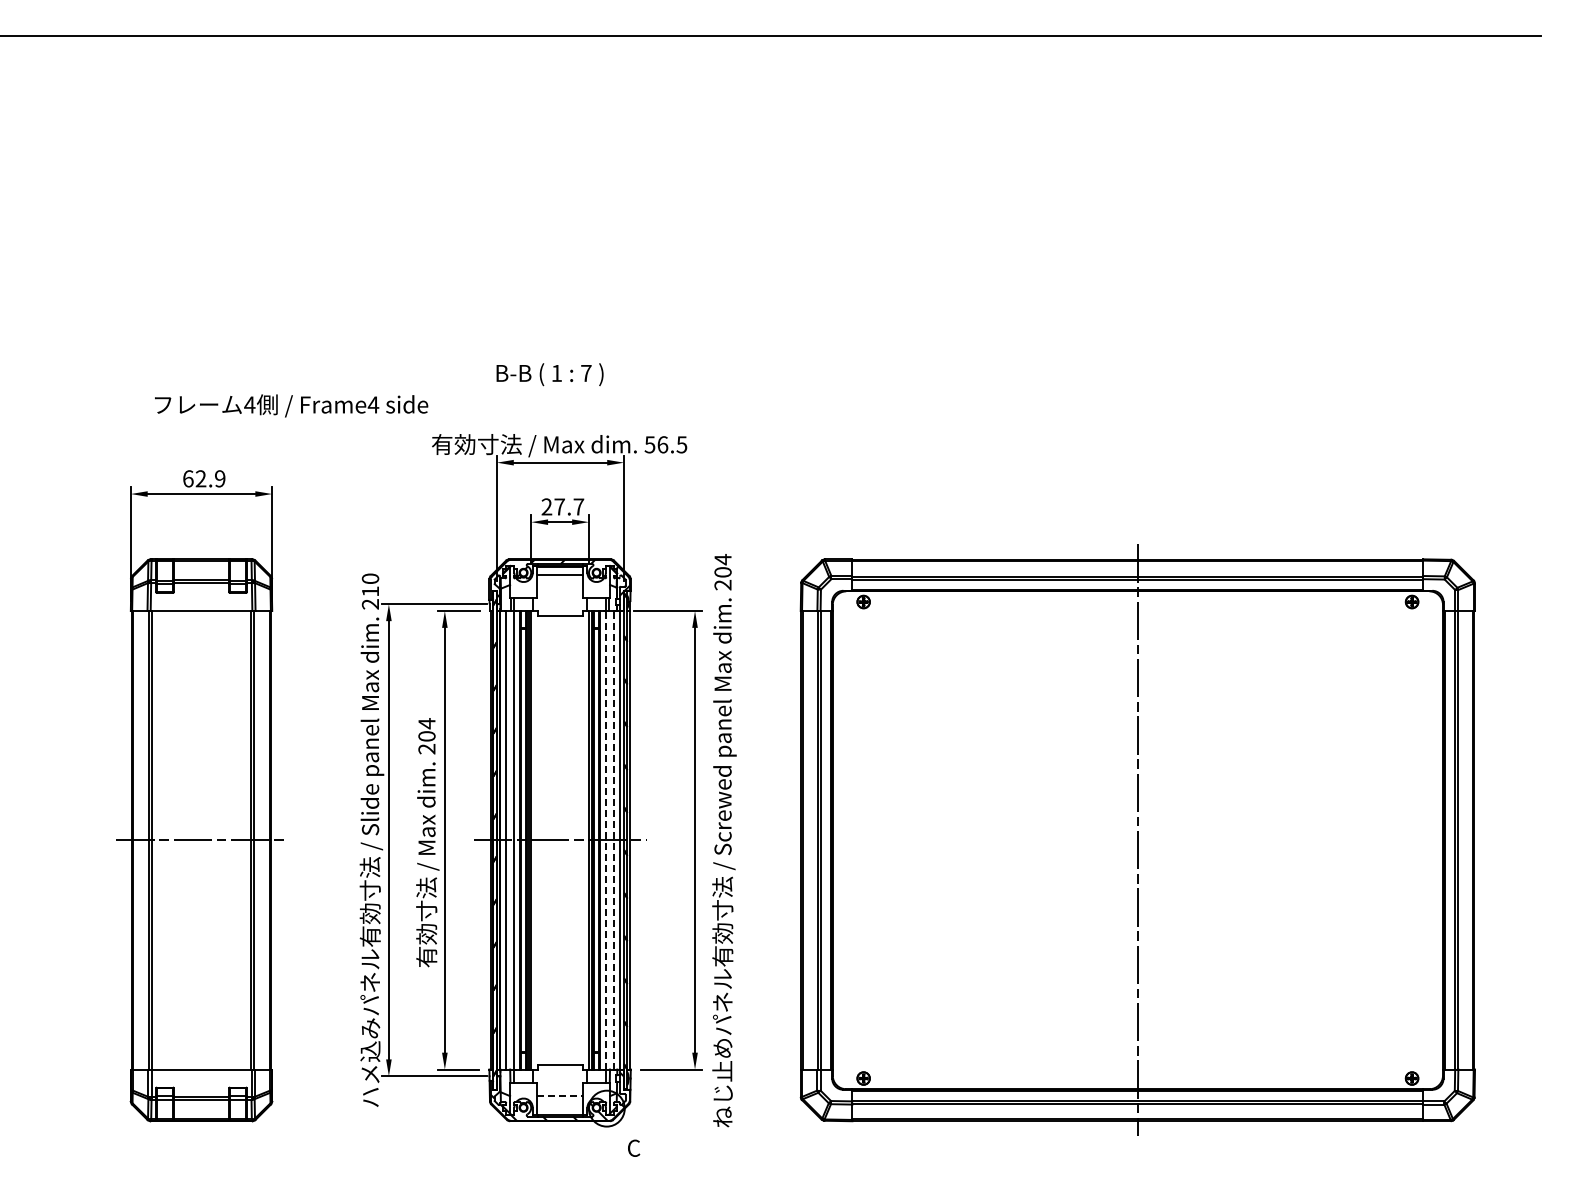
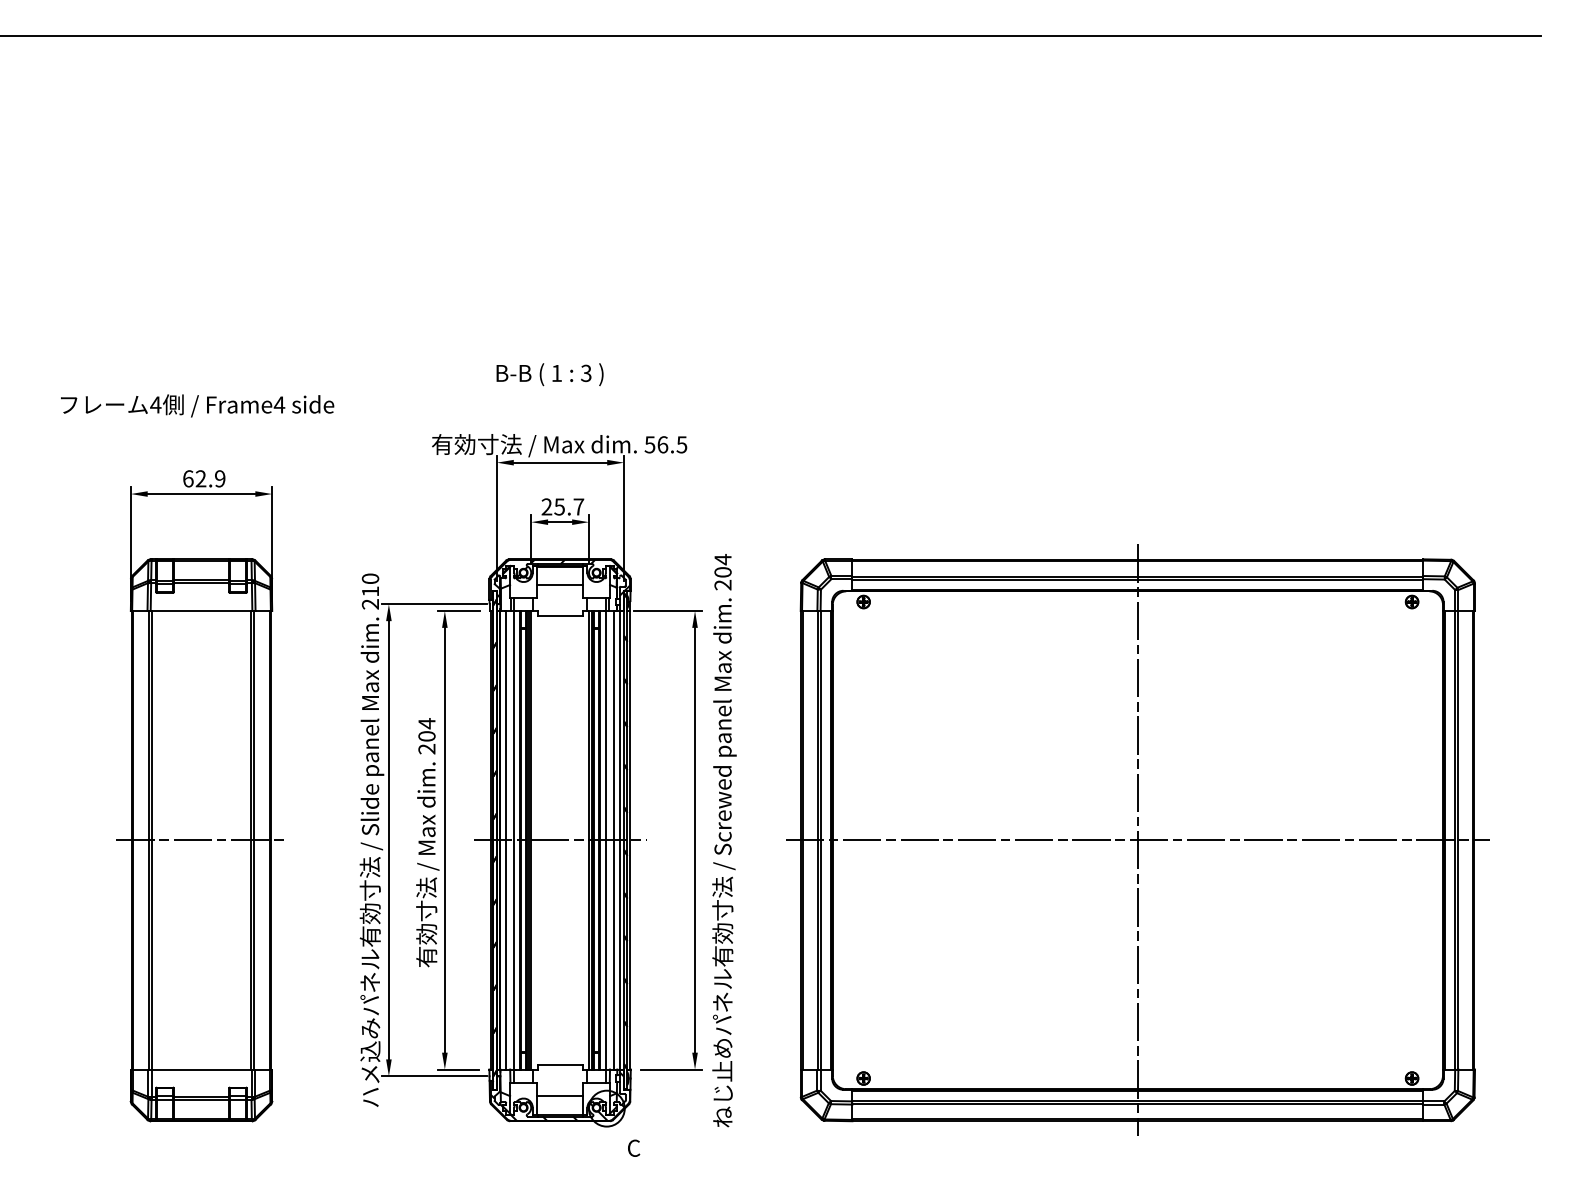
text at (586, 373): 7 -> 3
text at (291, 405) position: (291, 405) -> (197, 405)
text at (559, 506): 27.7 -> 25.7
line at (560, 574) position: (560, 574) -> (560, 584)
line at (606, 839): dashed -> solid
line at (613, 839): dashed -> solid
line at (1137, 840): none -> present
line at (560, 1096): dashed -> solid
